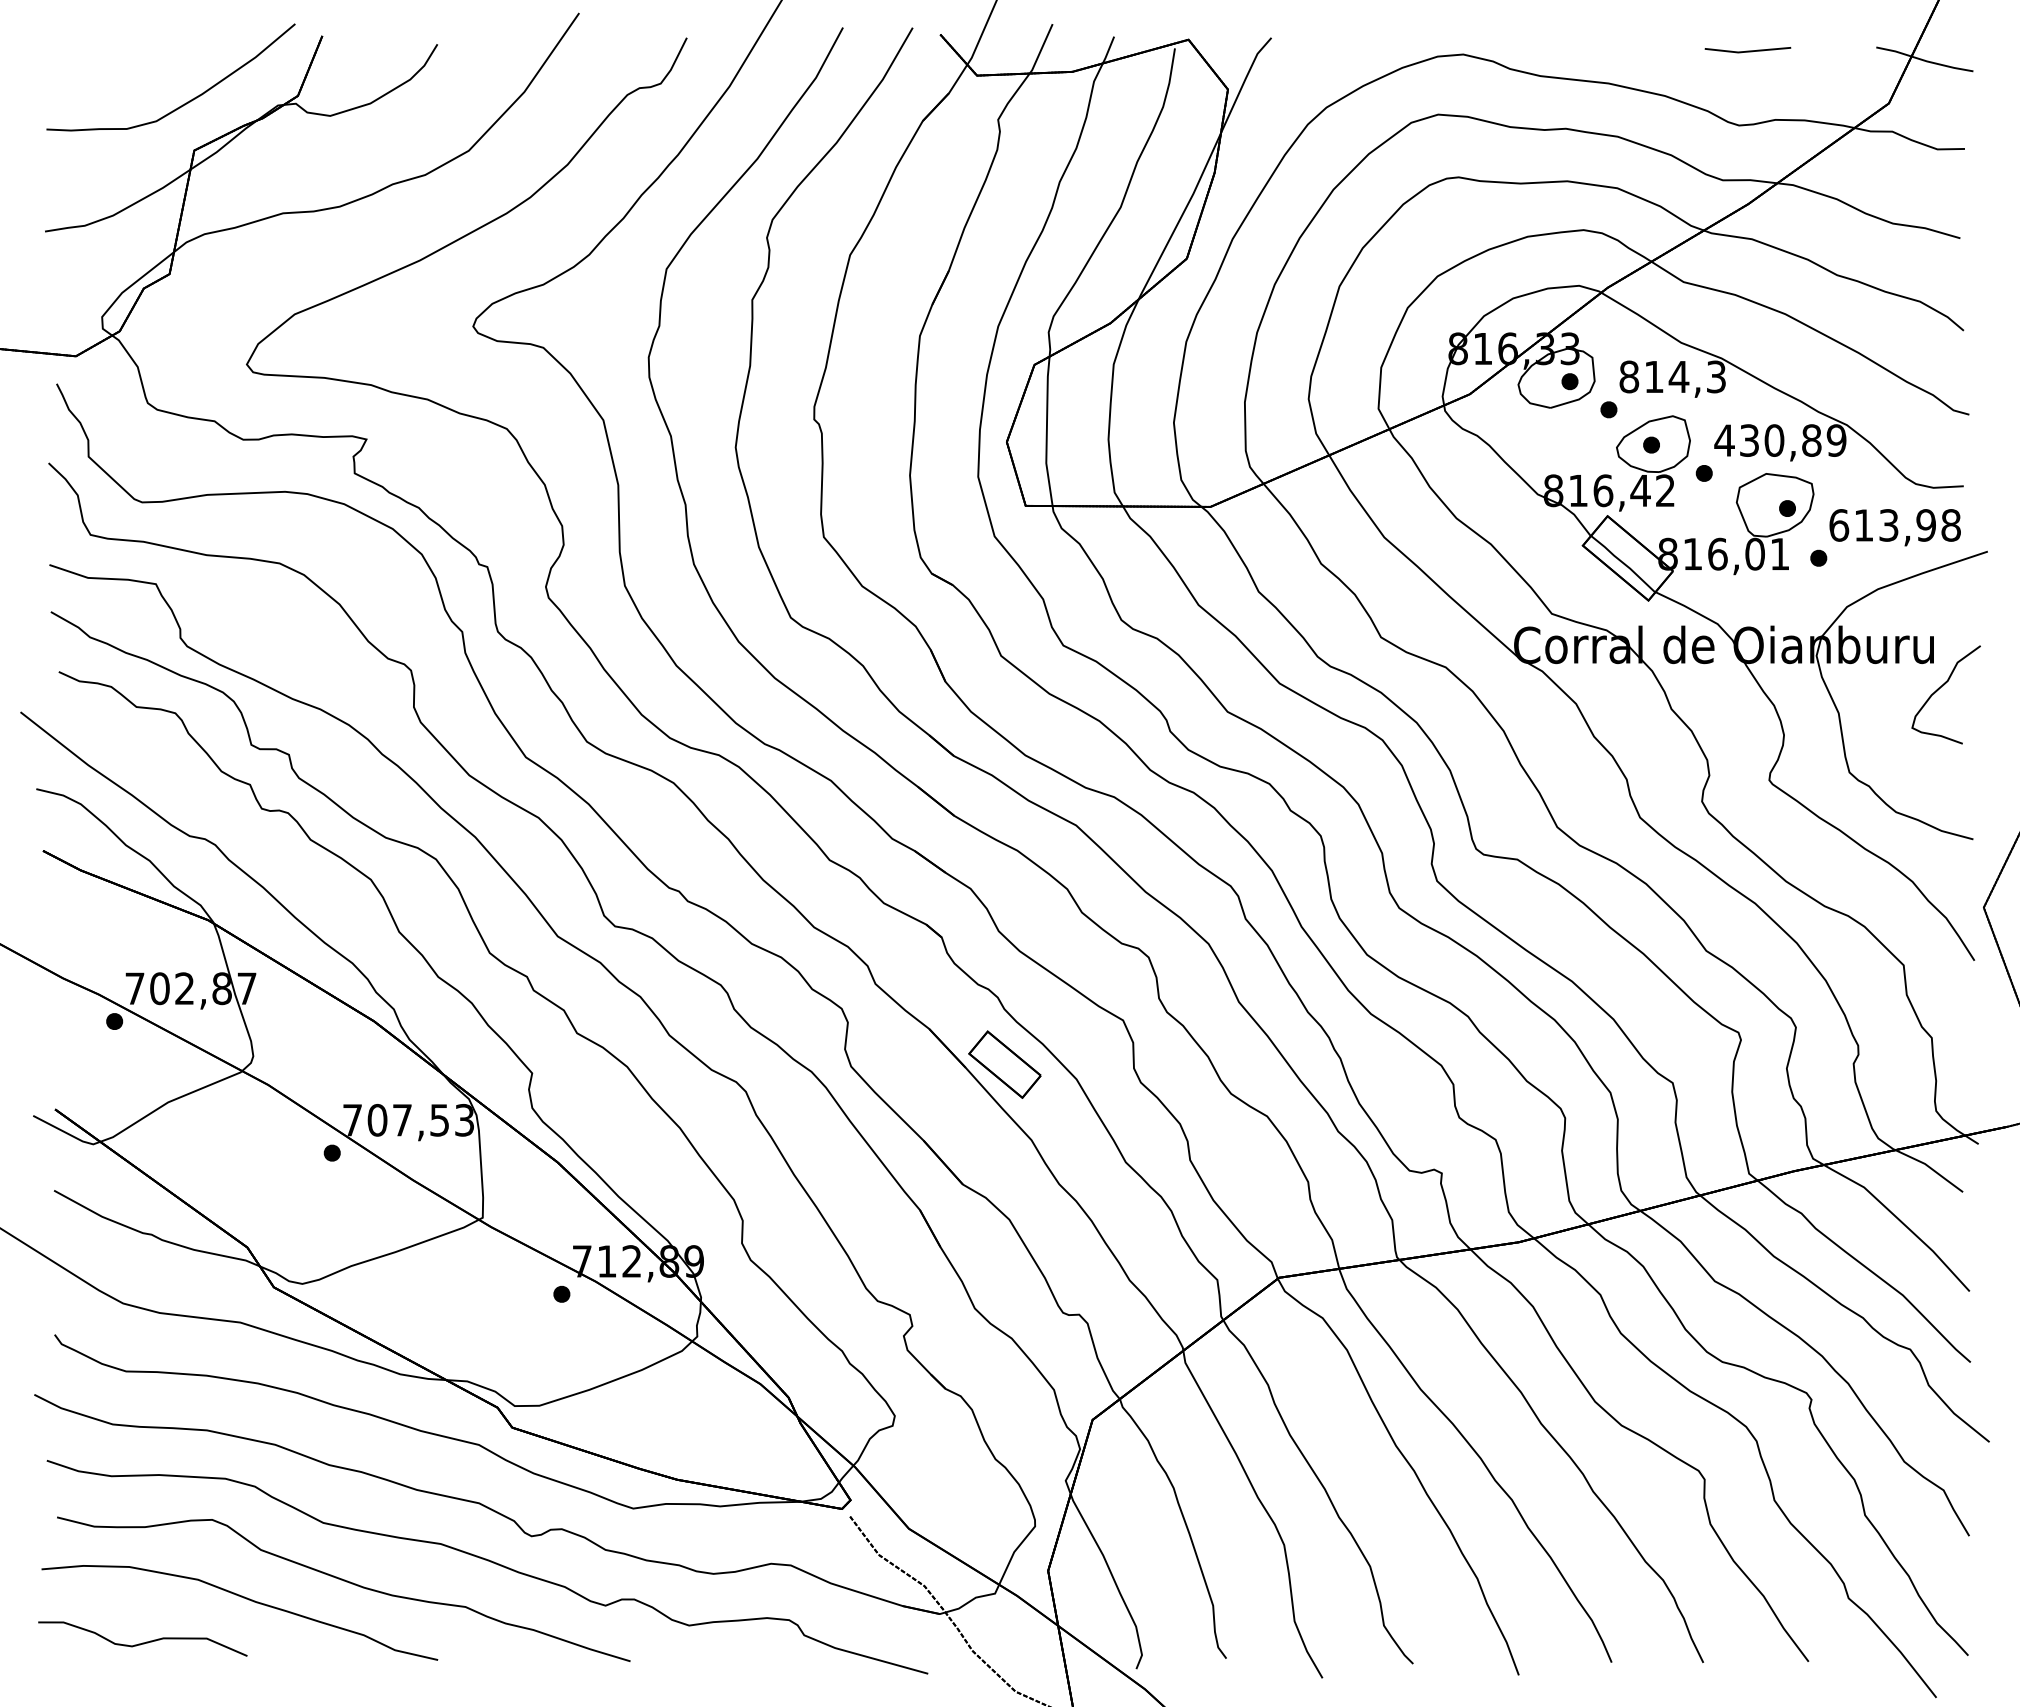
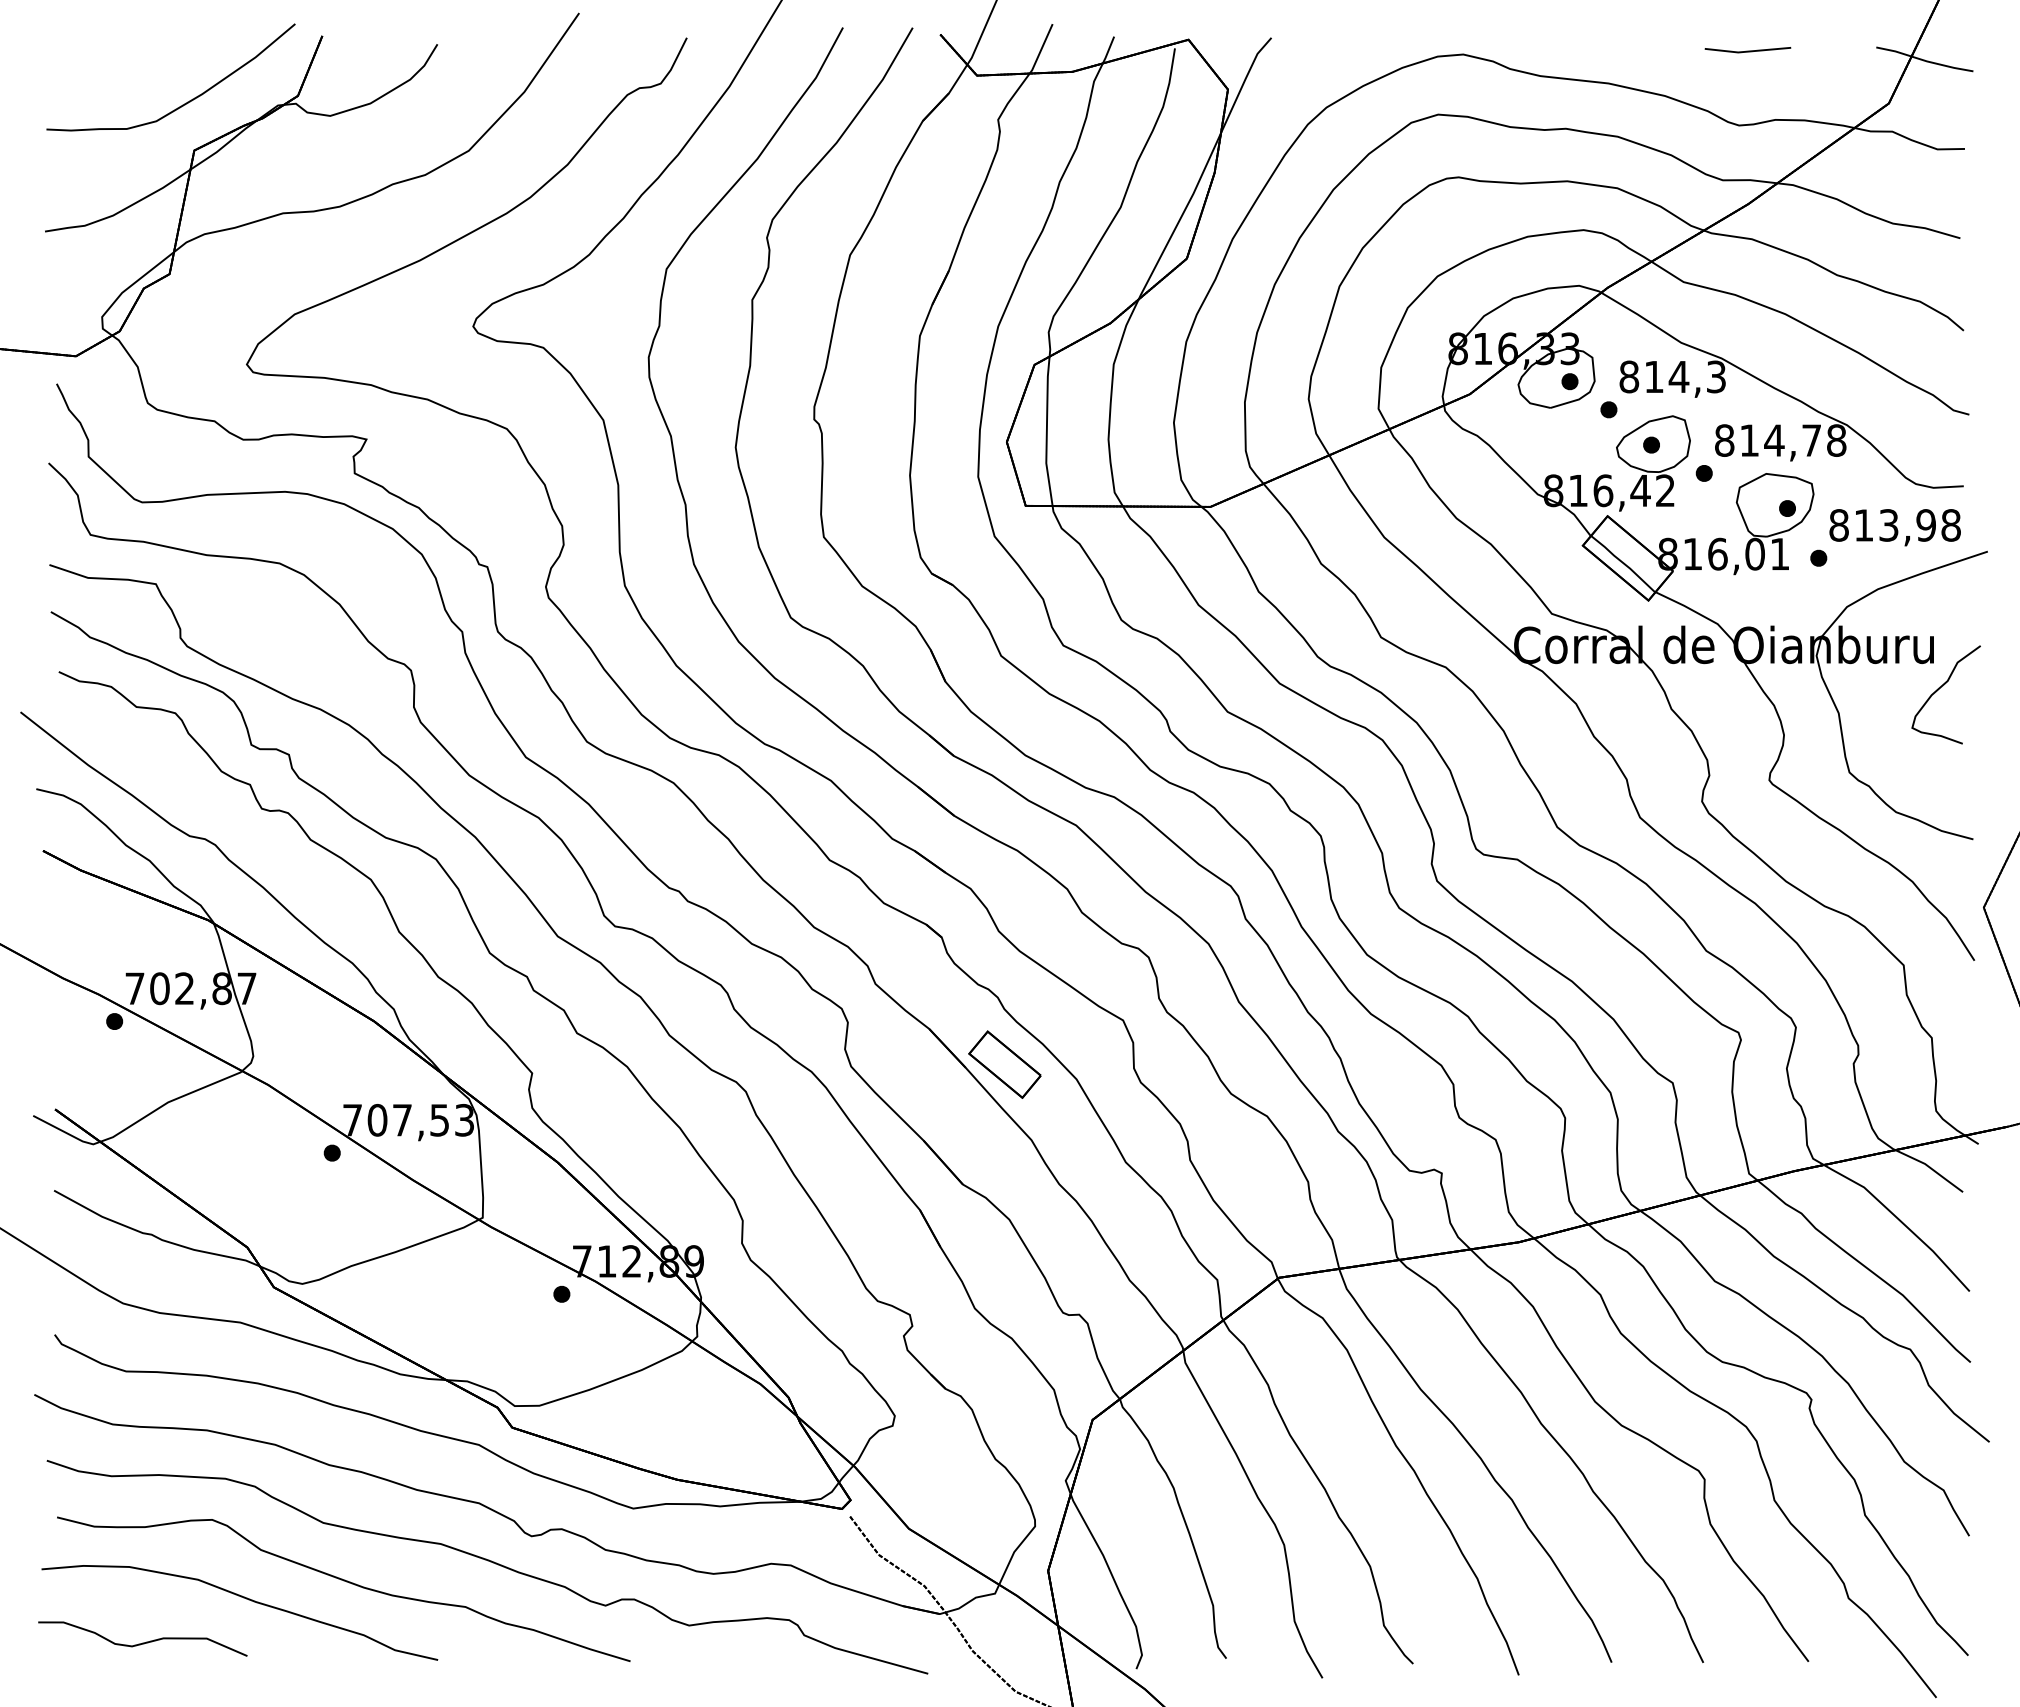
text at (1780, 440): 430,89 -> 814,78
text at (1839, 525): 613,98 -> 813,98
